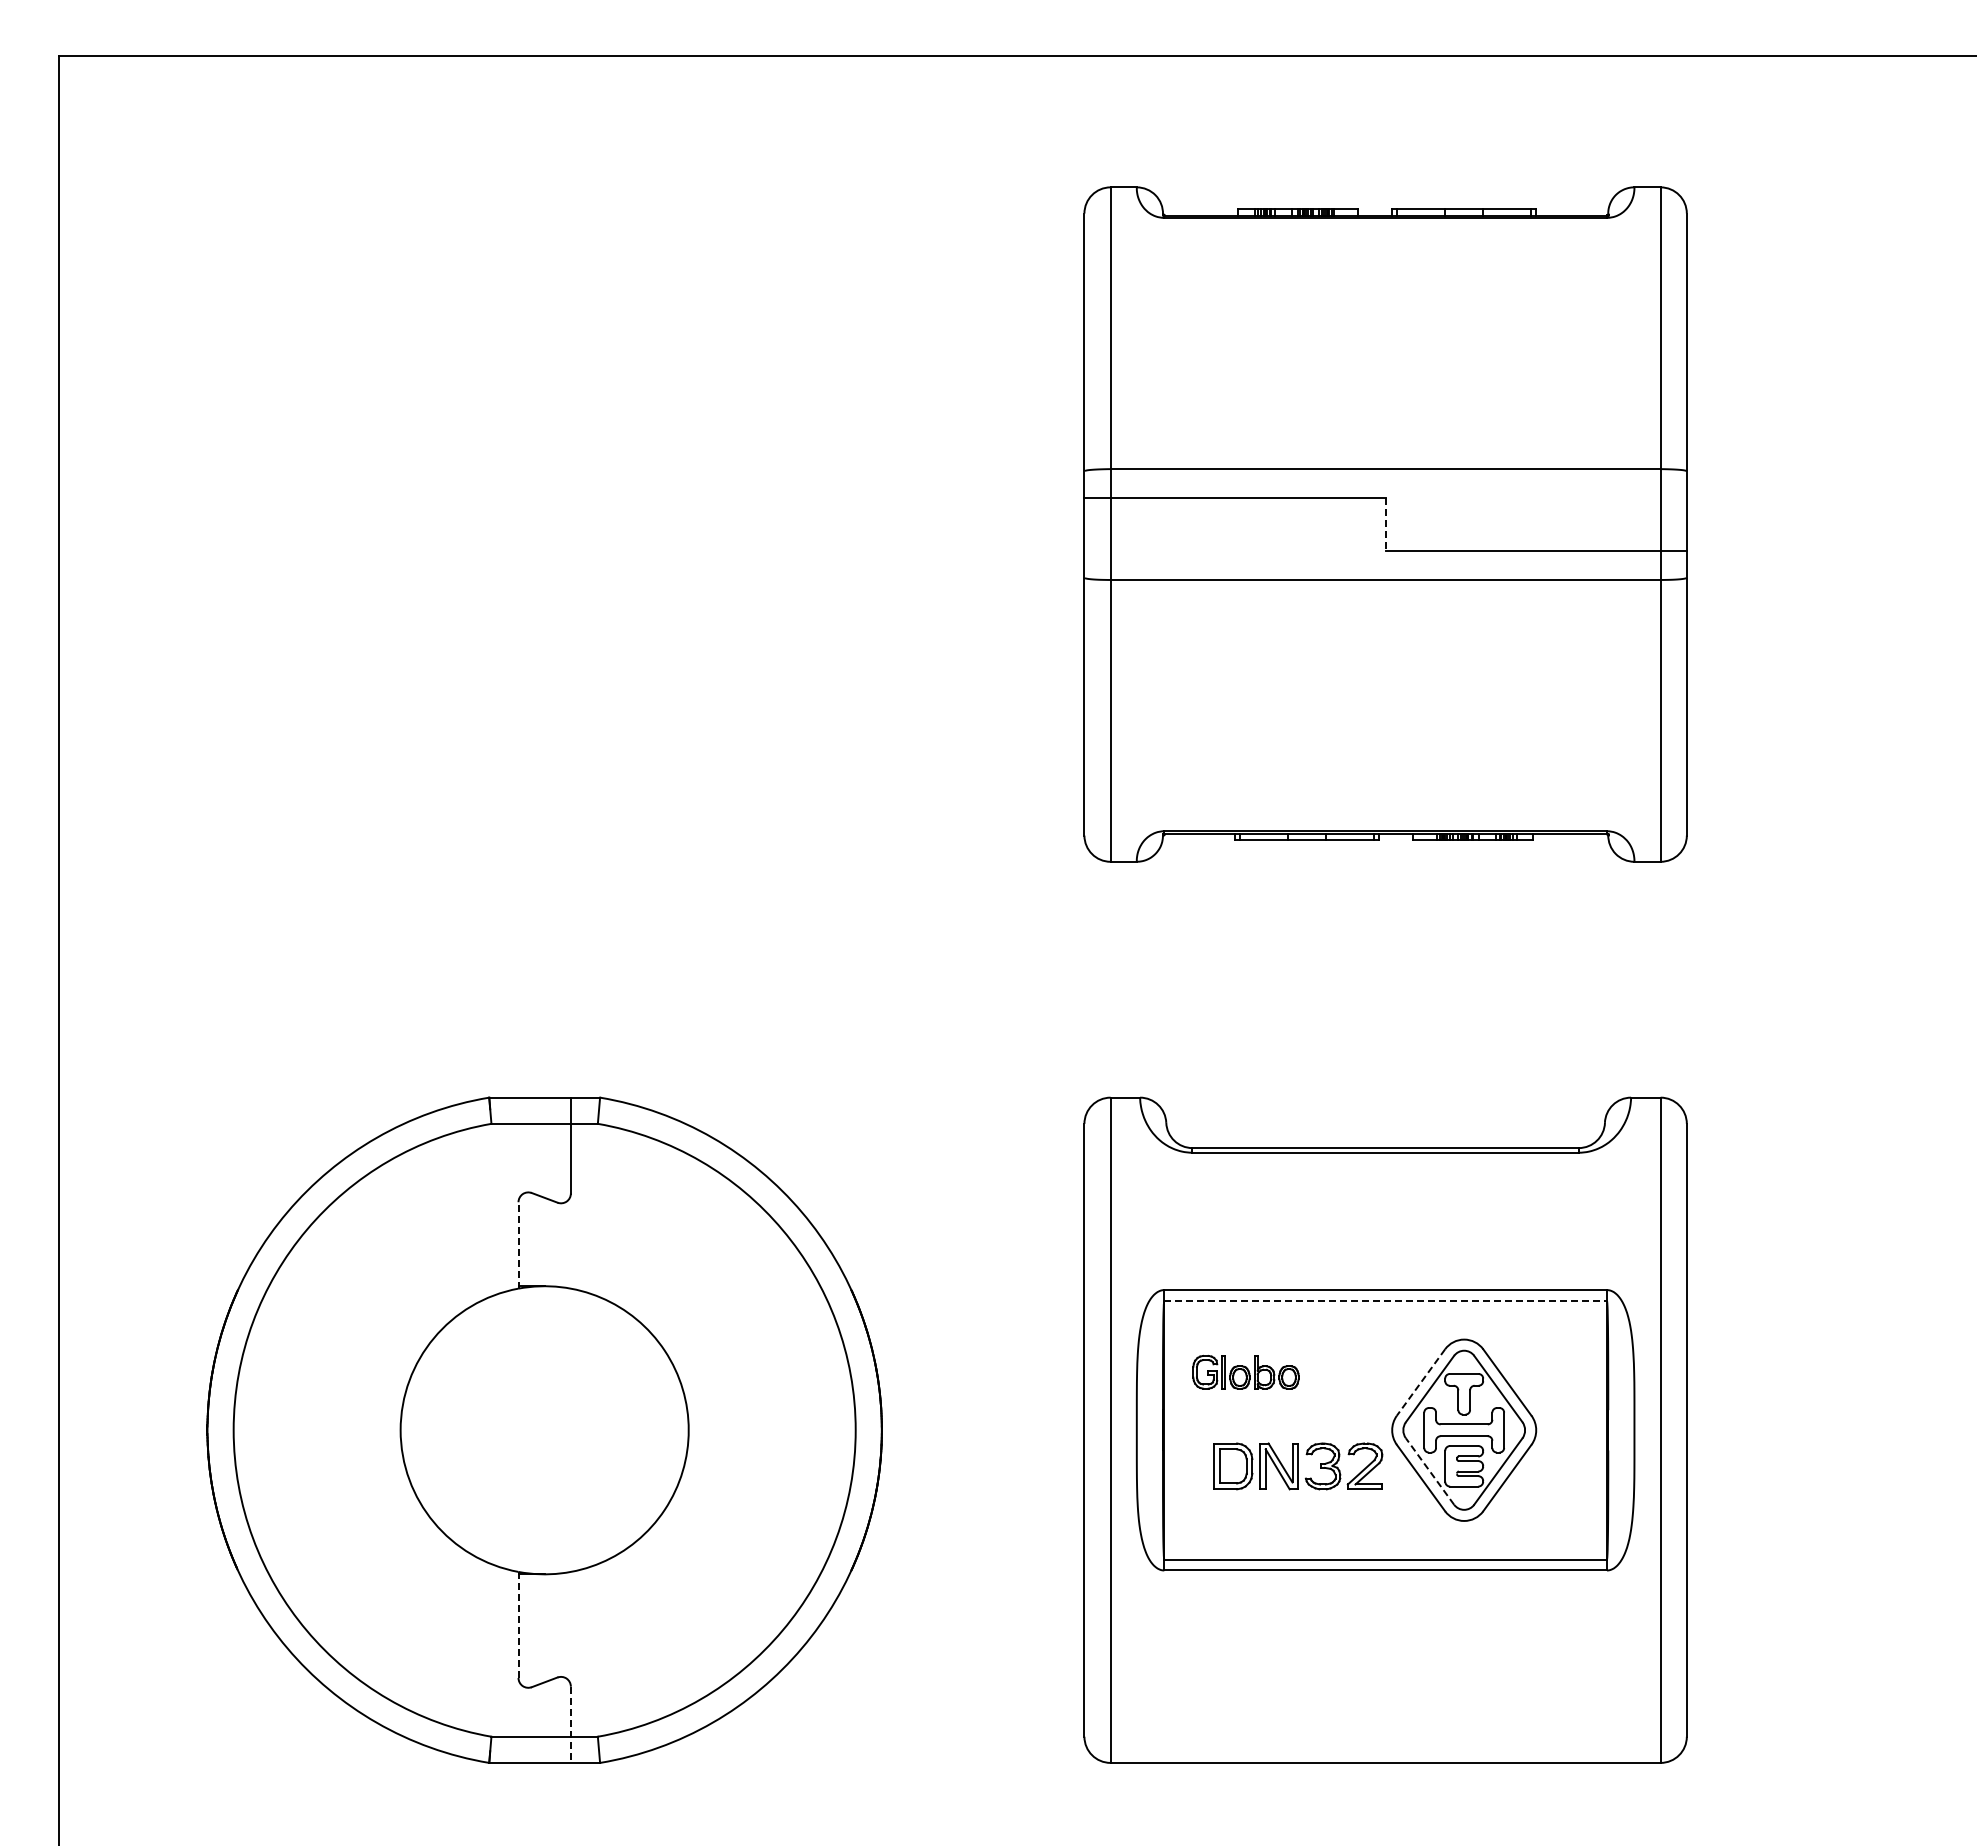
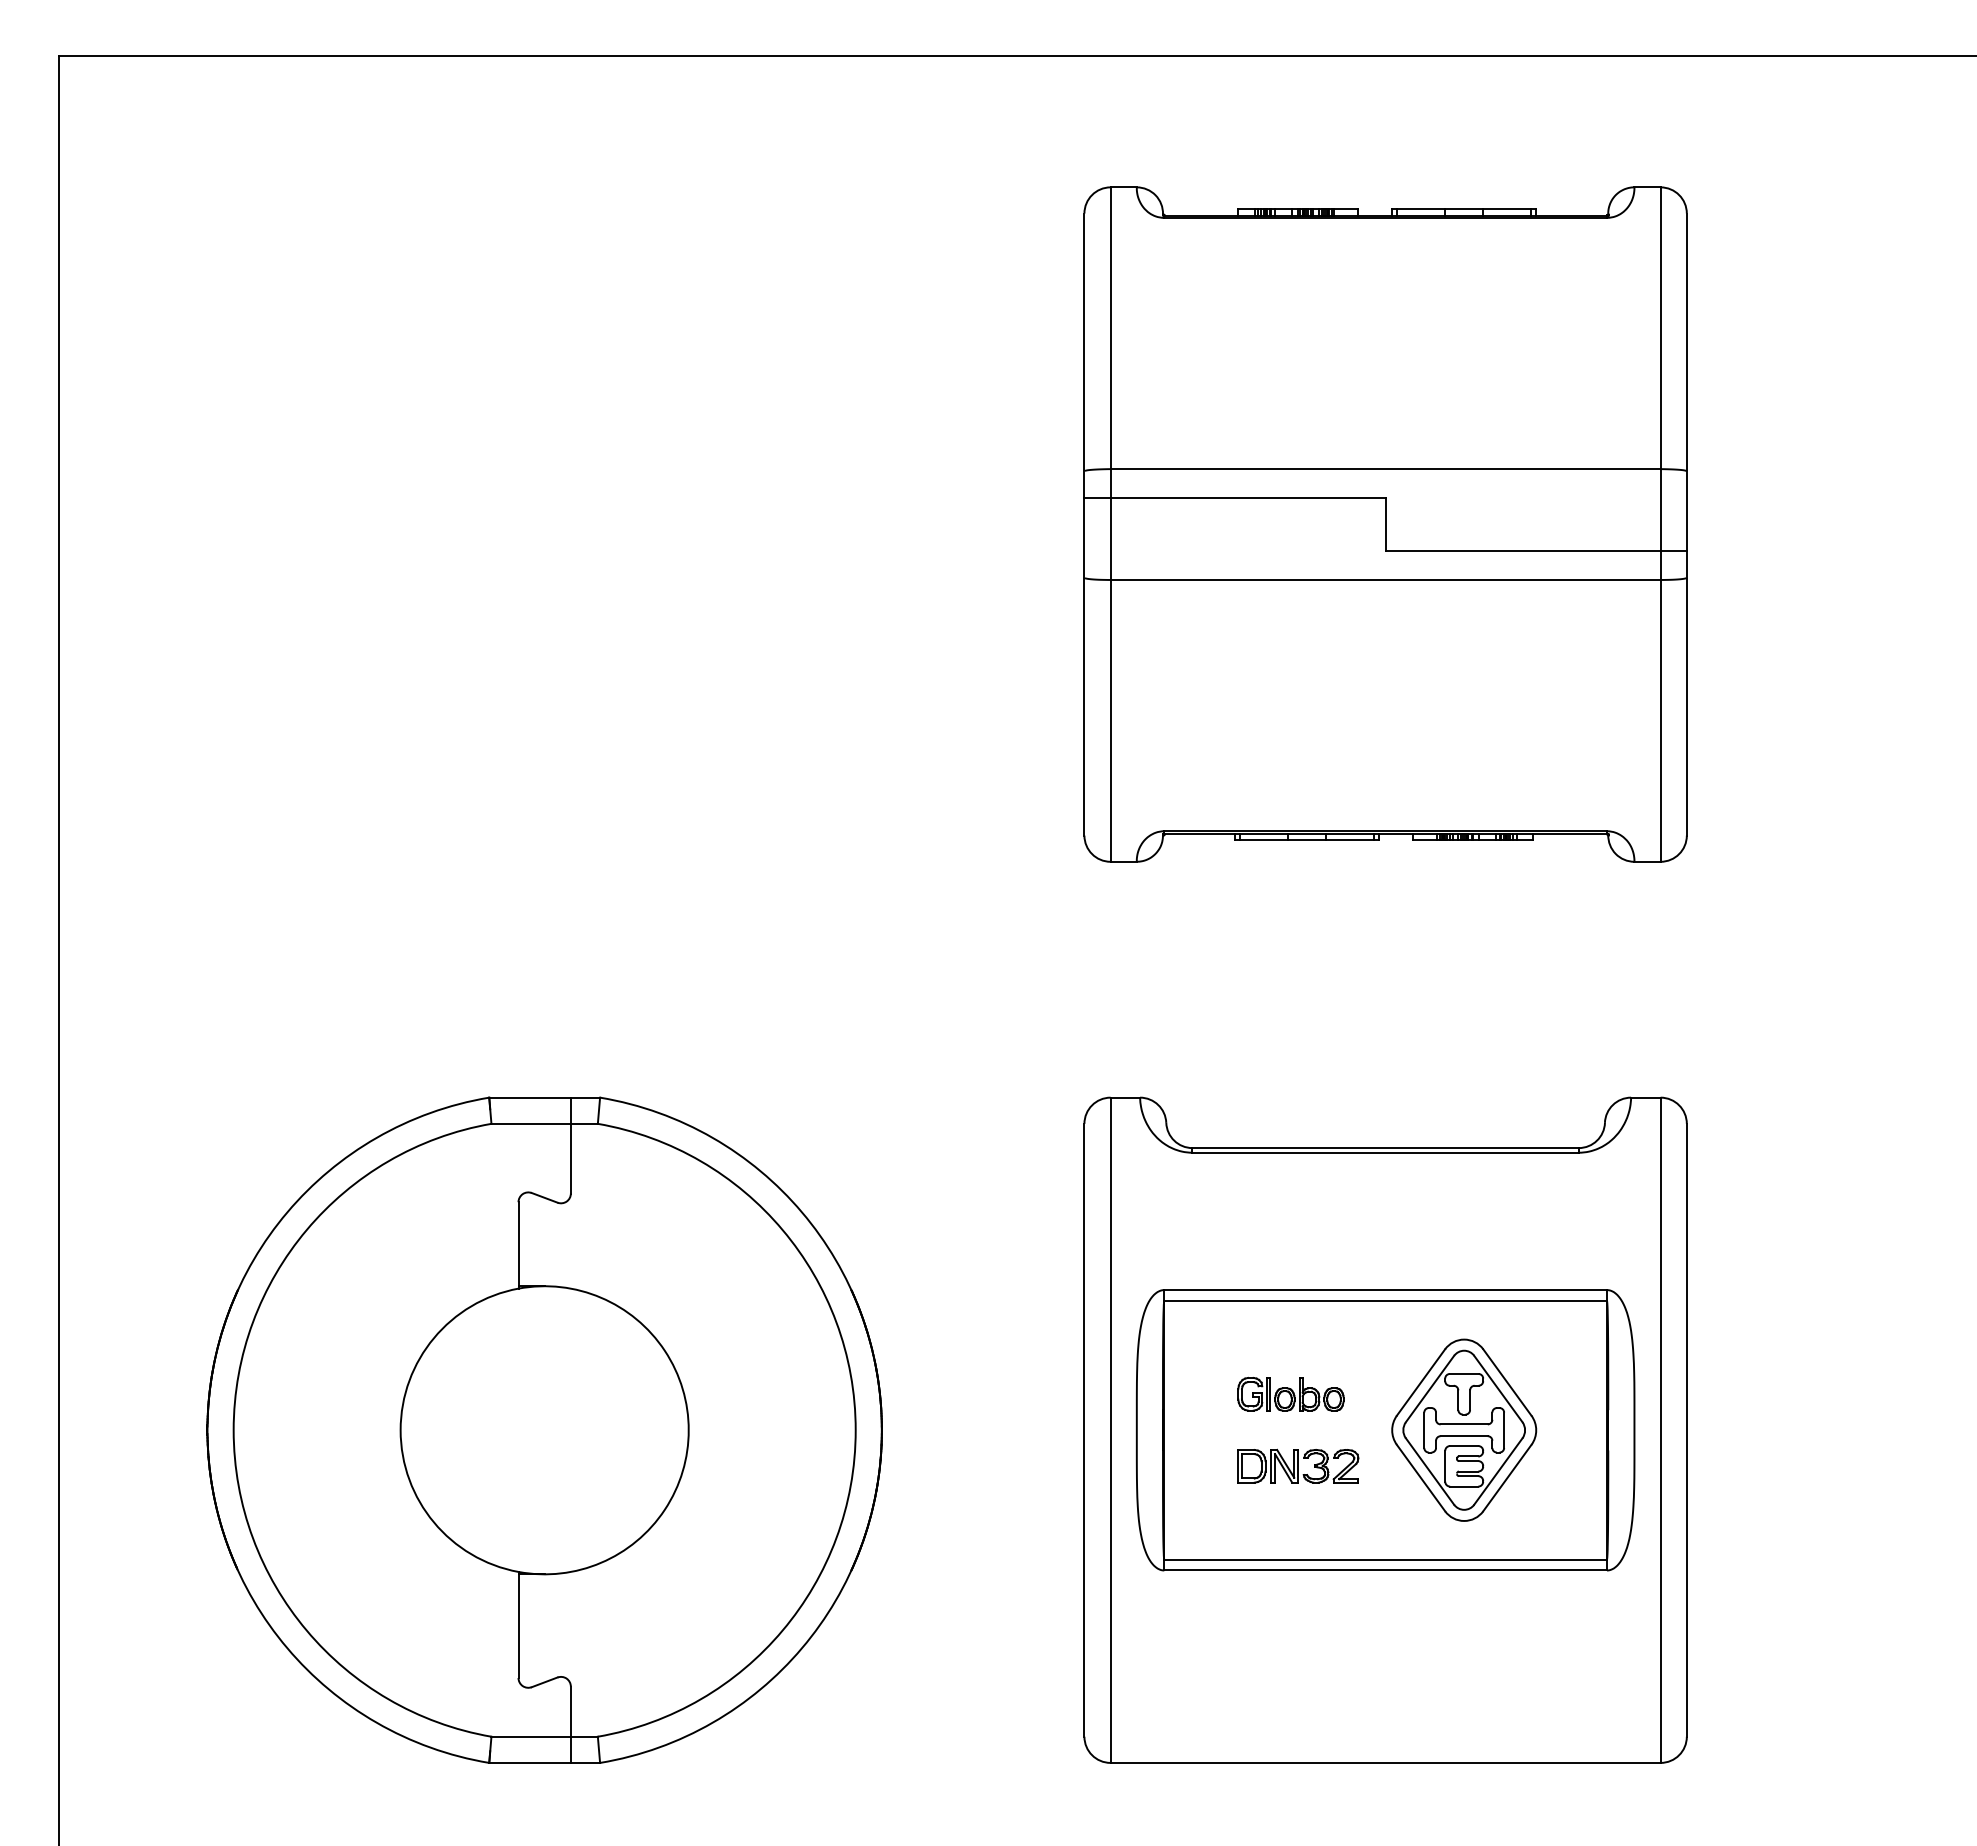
line at (1385, 525): dashed -> solid
line at (518, 1244): dashed -> solid
line at (1386, 1300): dashed -> solid
part at (1245, 1371) position: (1245, 1371) -> (1290, 1393)
line at (1420, 1382): dashed -> solid
part at (1298, 1466) size: 171x49 px -> 123x36 px
line at (1429, 1471): dashed -> solid
line at (518, 1624): dashed -> solid
line at (570, 1725): dashed -> solid
